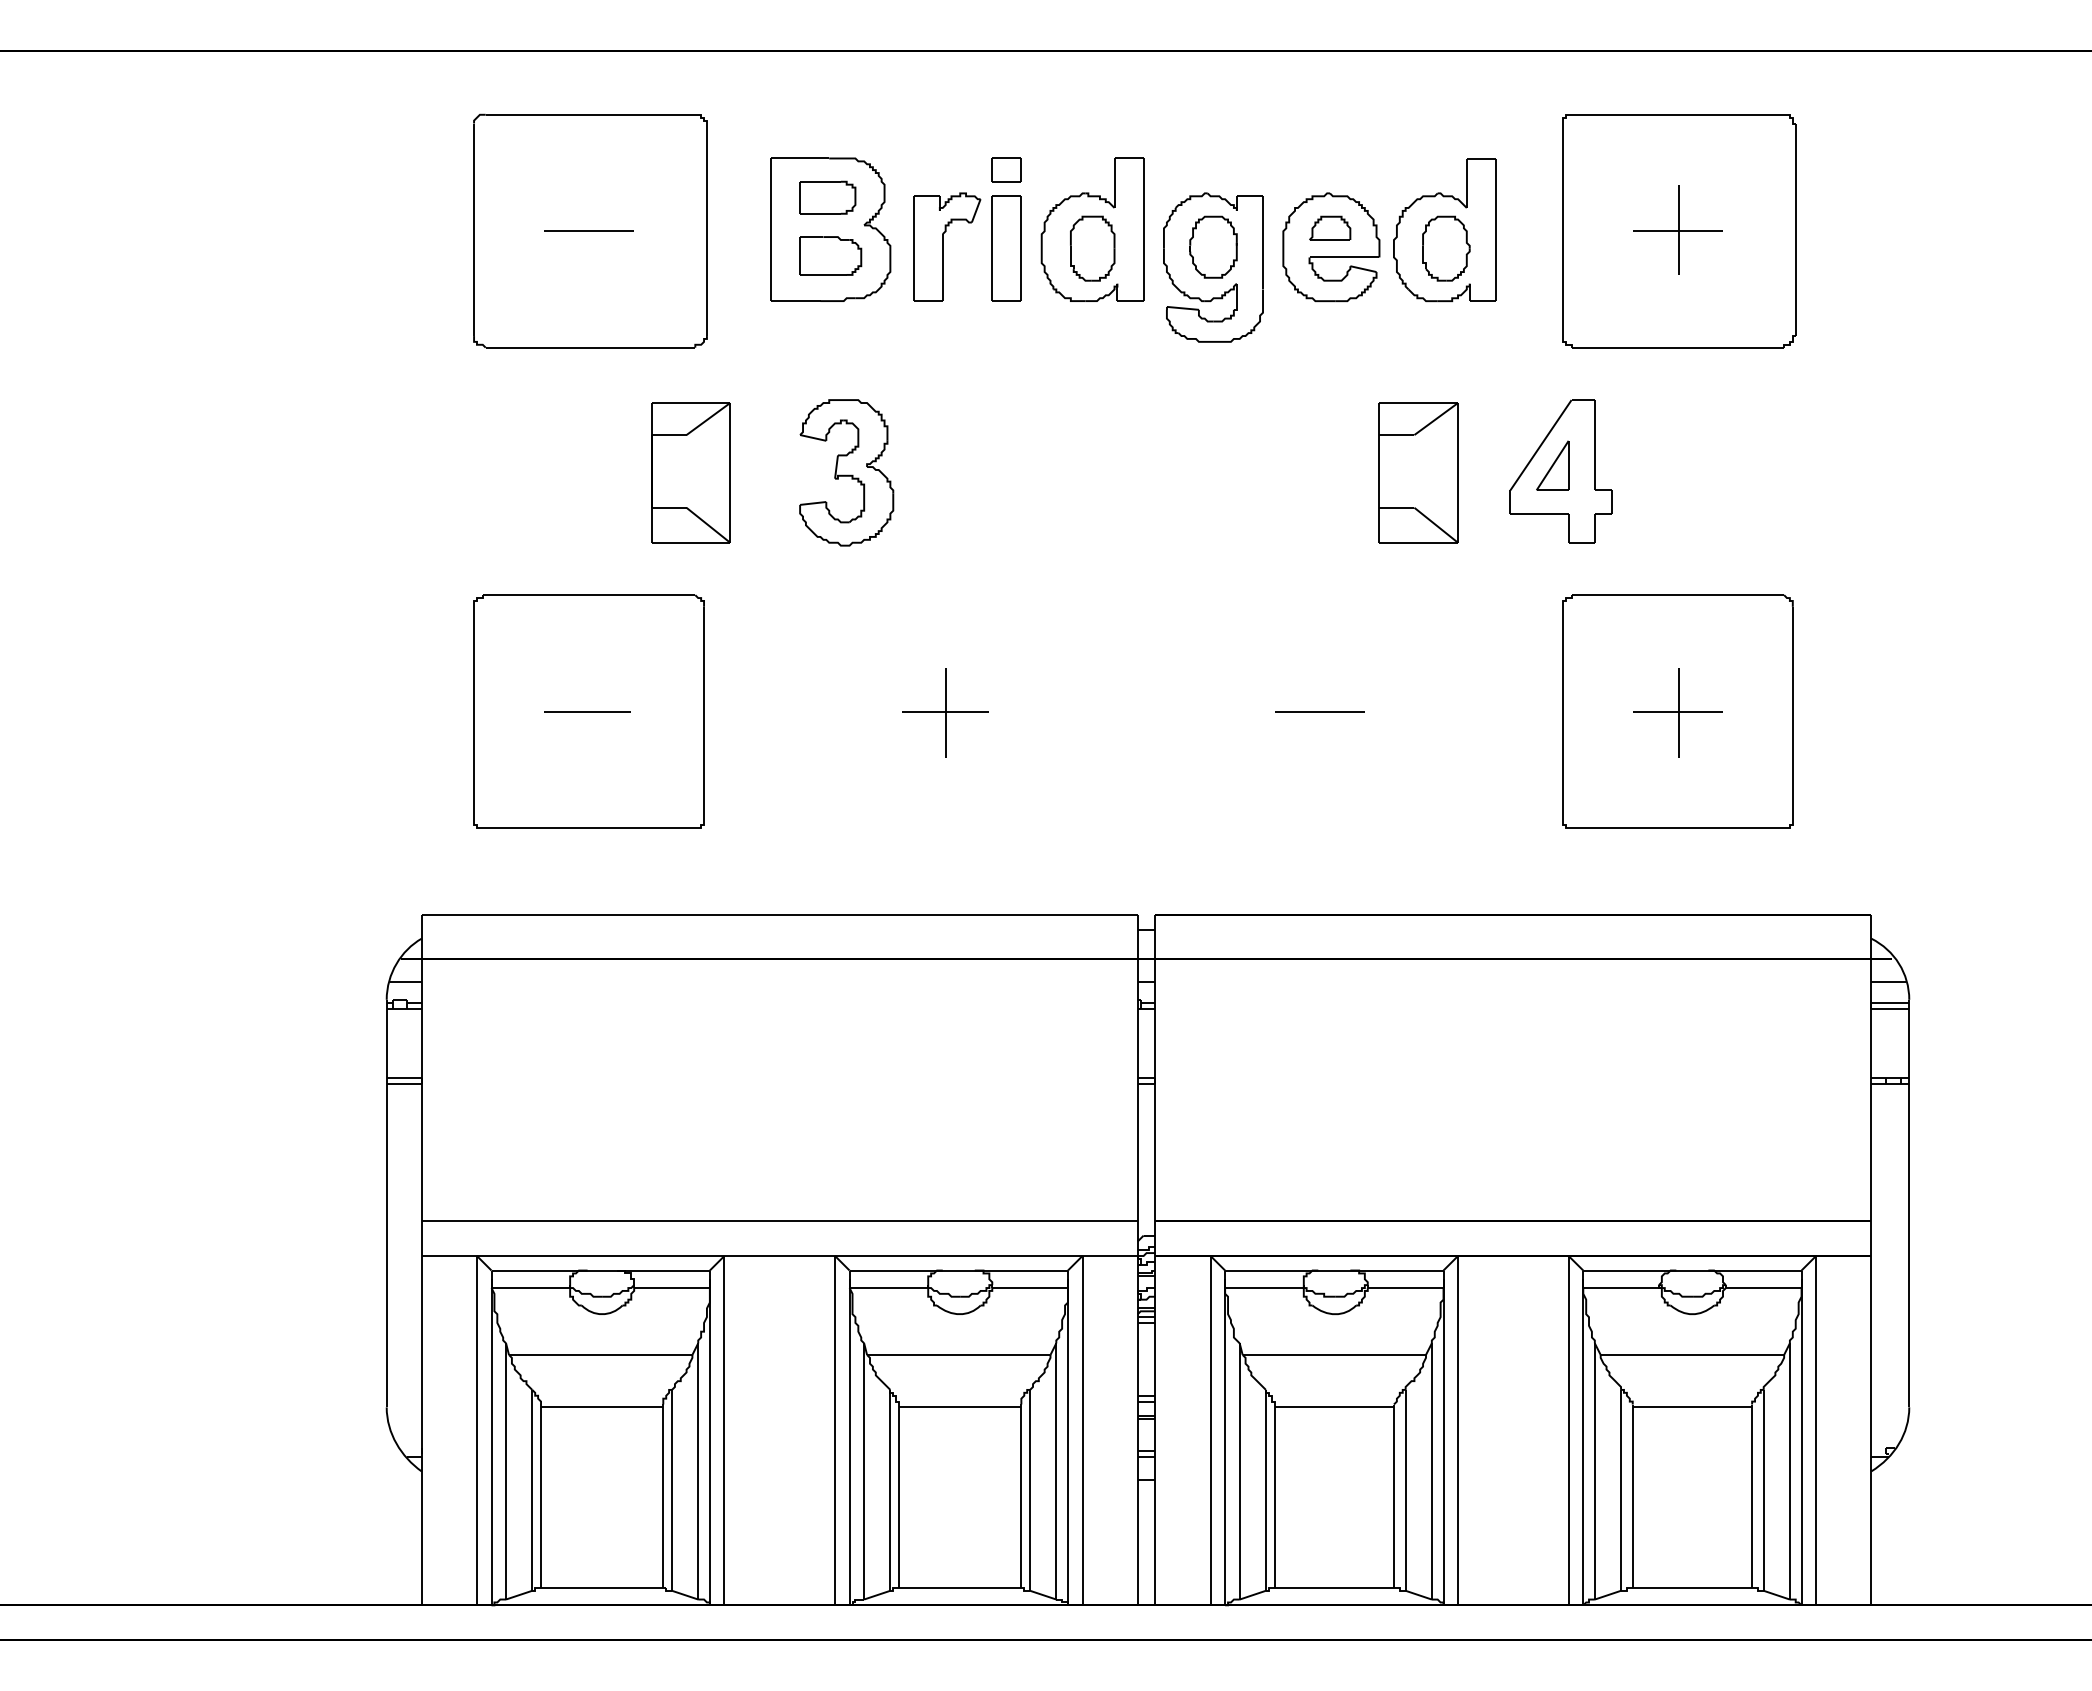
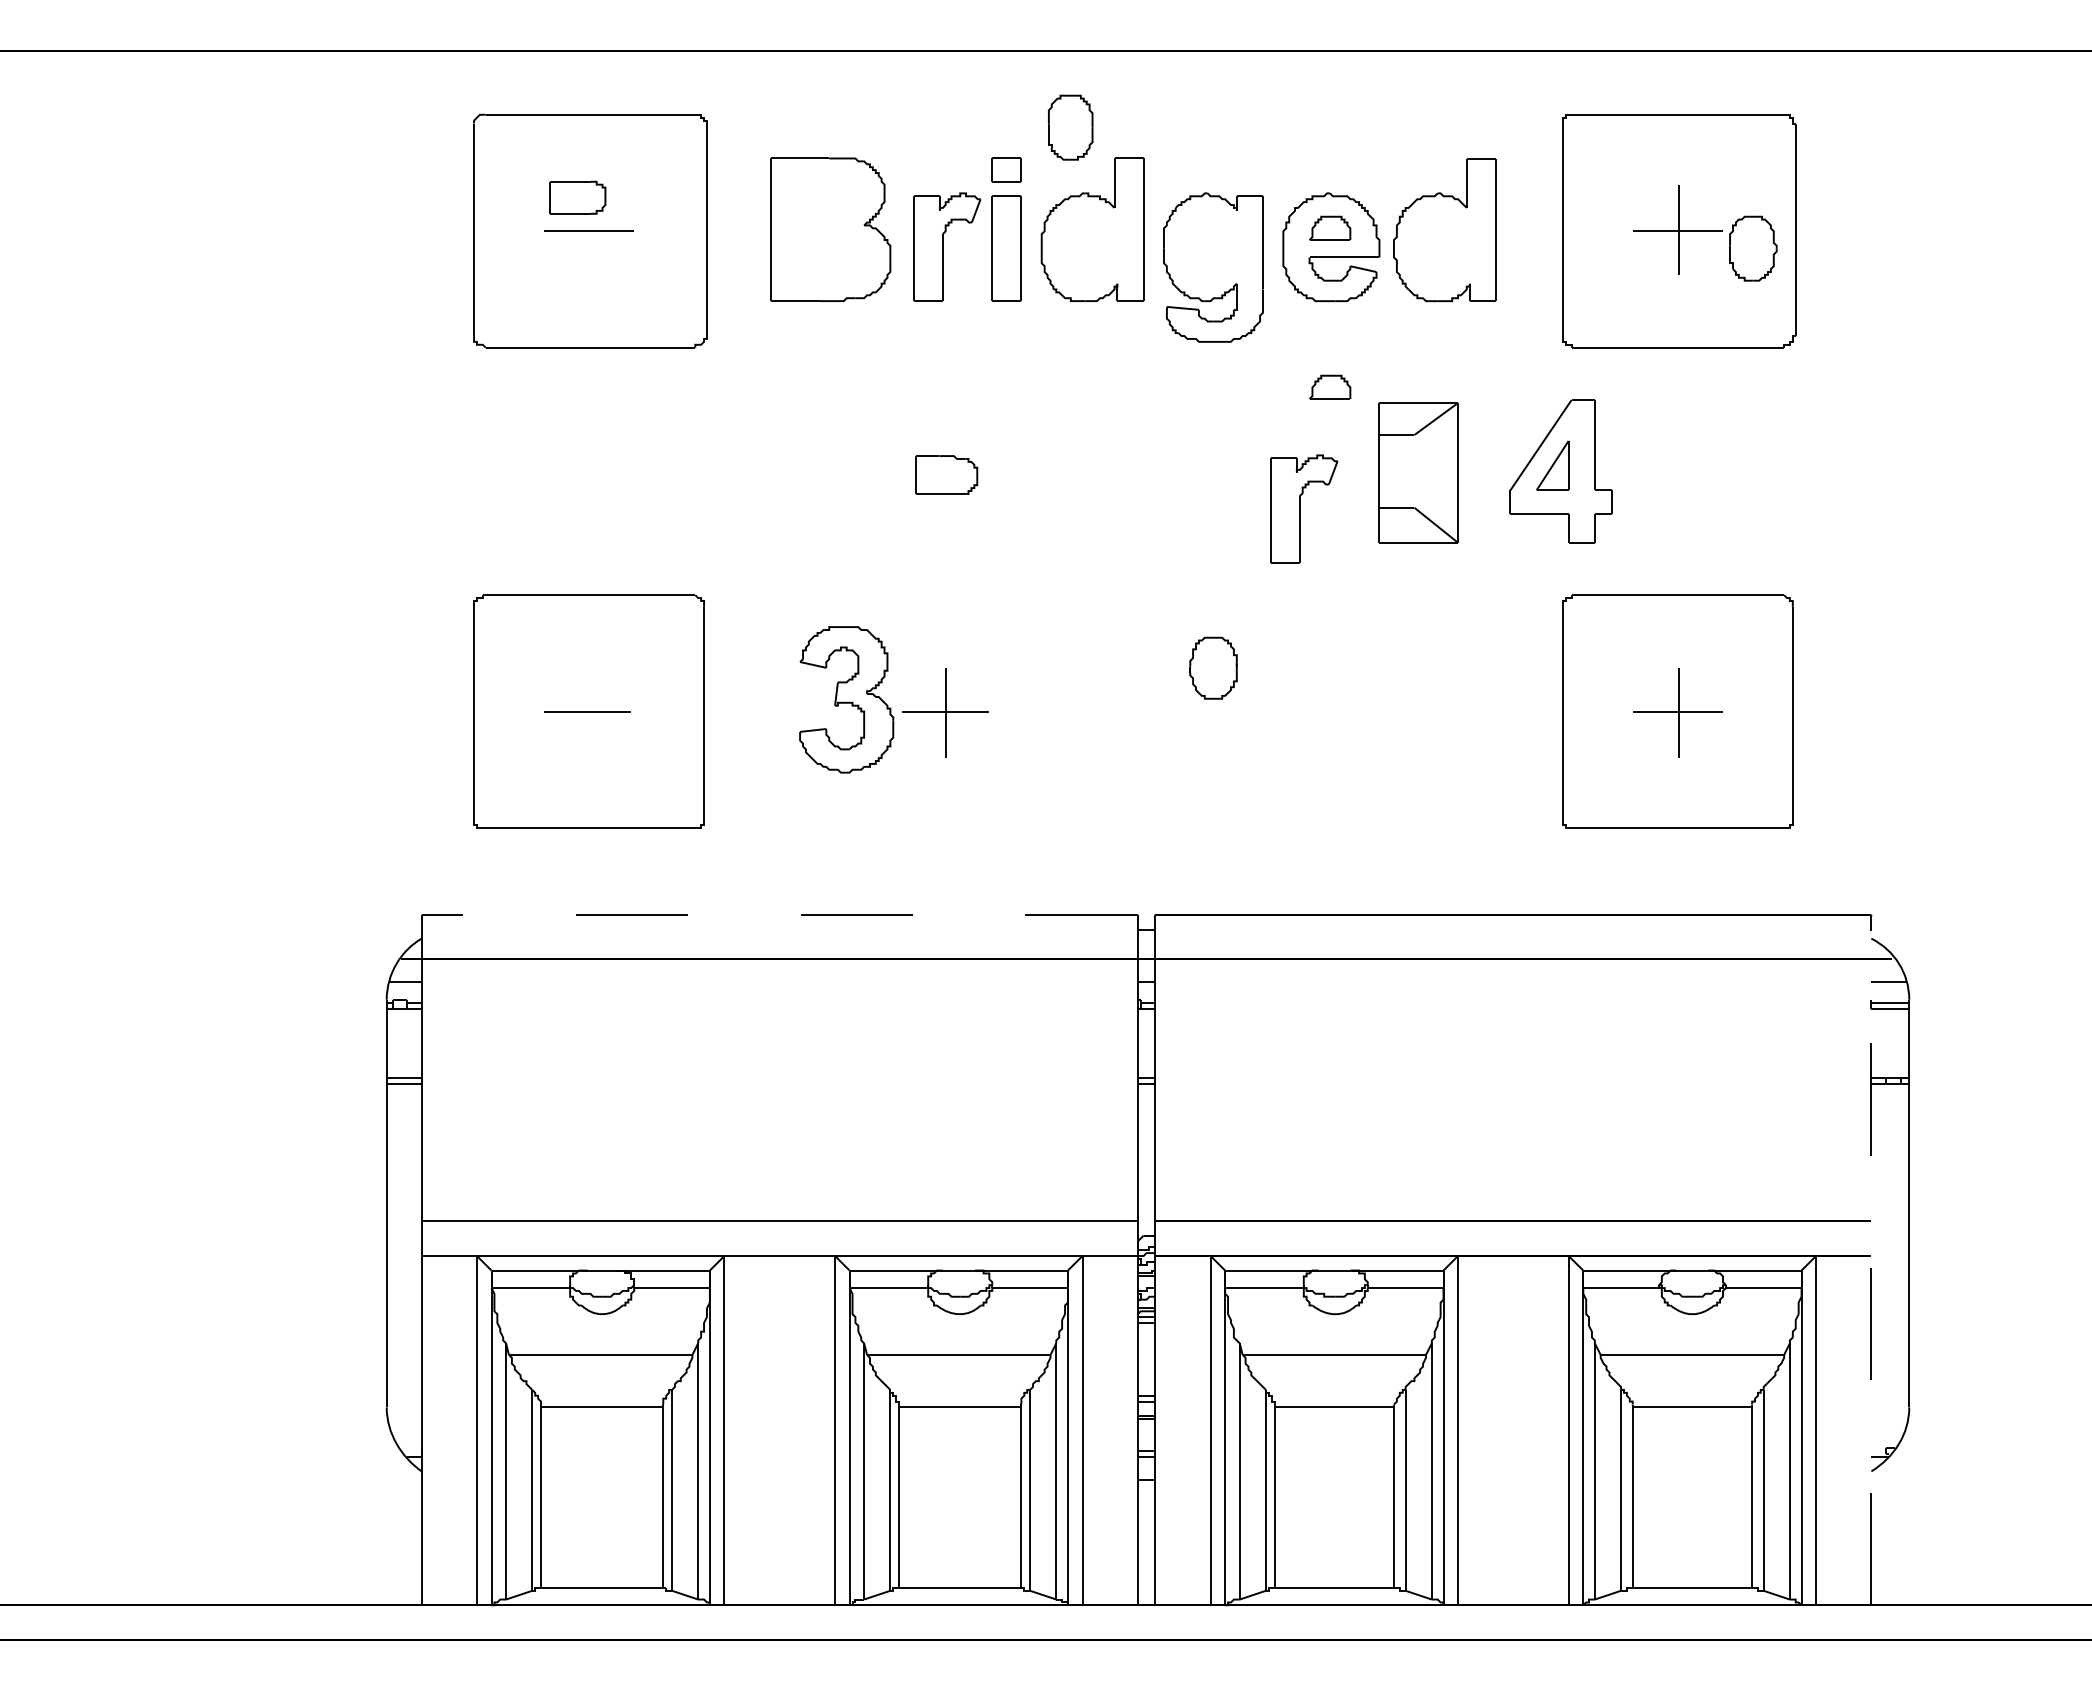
part at (827, 197) position: (827, 197) -> (577, 197)
part at (1213, 246) position: (1213, 246) -> (1213, 667)
part at (1092, 248) position: (1092, 248) -> (1070, 127)
part at (1446, 248) position: (1446, 248) -> (1753, 248)
part at (830, 255) position: (830, 255) -> (946, 474)
part at (1330, 386): none -> present
part at (690, 472): present -> none
part at (846, 472) position: (846, 472) -> (846, 699)
part at (1304, 508): none -> present
line at (1319, 711): present -> none
line at (779, 915): solid -> dashed
line at (1871, 1259): solid -> dashed
